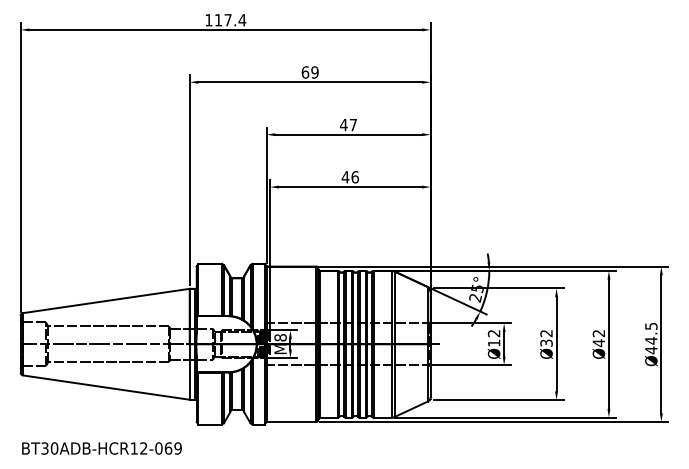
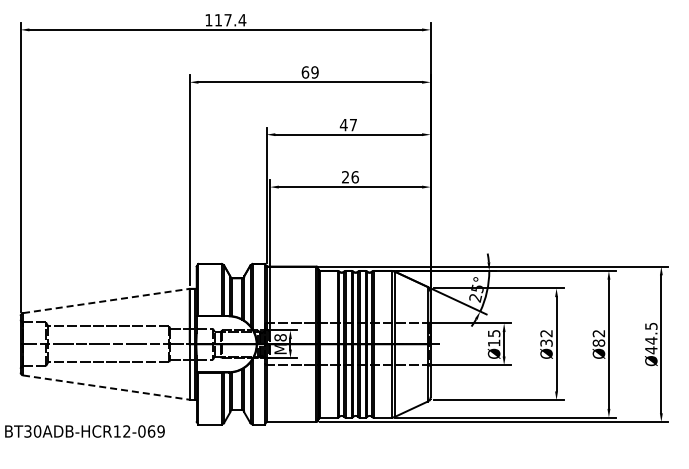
text at (345, 177): 46 -> 26
line at (106, 300): solid -> dashed
text at (493, 333): Ø12 -> Ø15
text at (598, 343): Ø42 -> Ø82
line at (106, 387): solid -> dashed
text at (101, 448) position: (101, 448) -> (84, 431)
